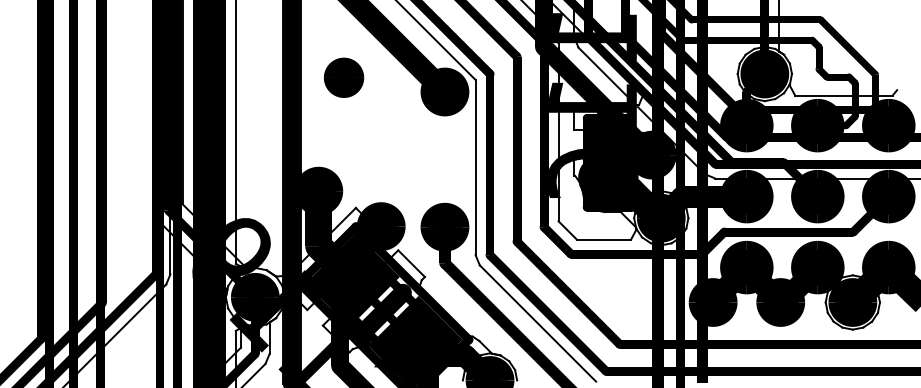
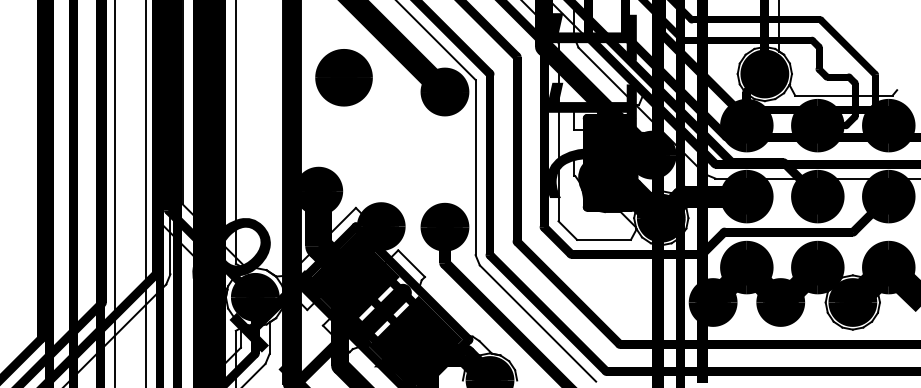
part at (343, 77) size: 42x41 px -> 58x58 px
line at (114, 193): none -> present
line at (145, 193): none -> present
